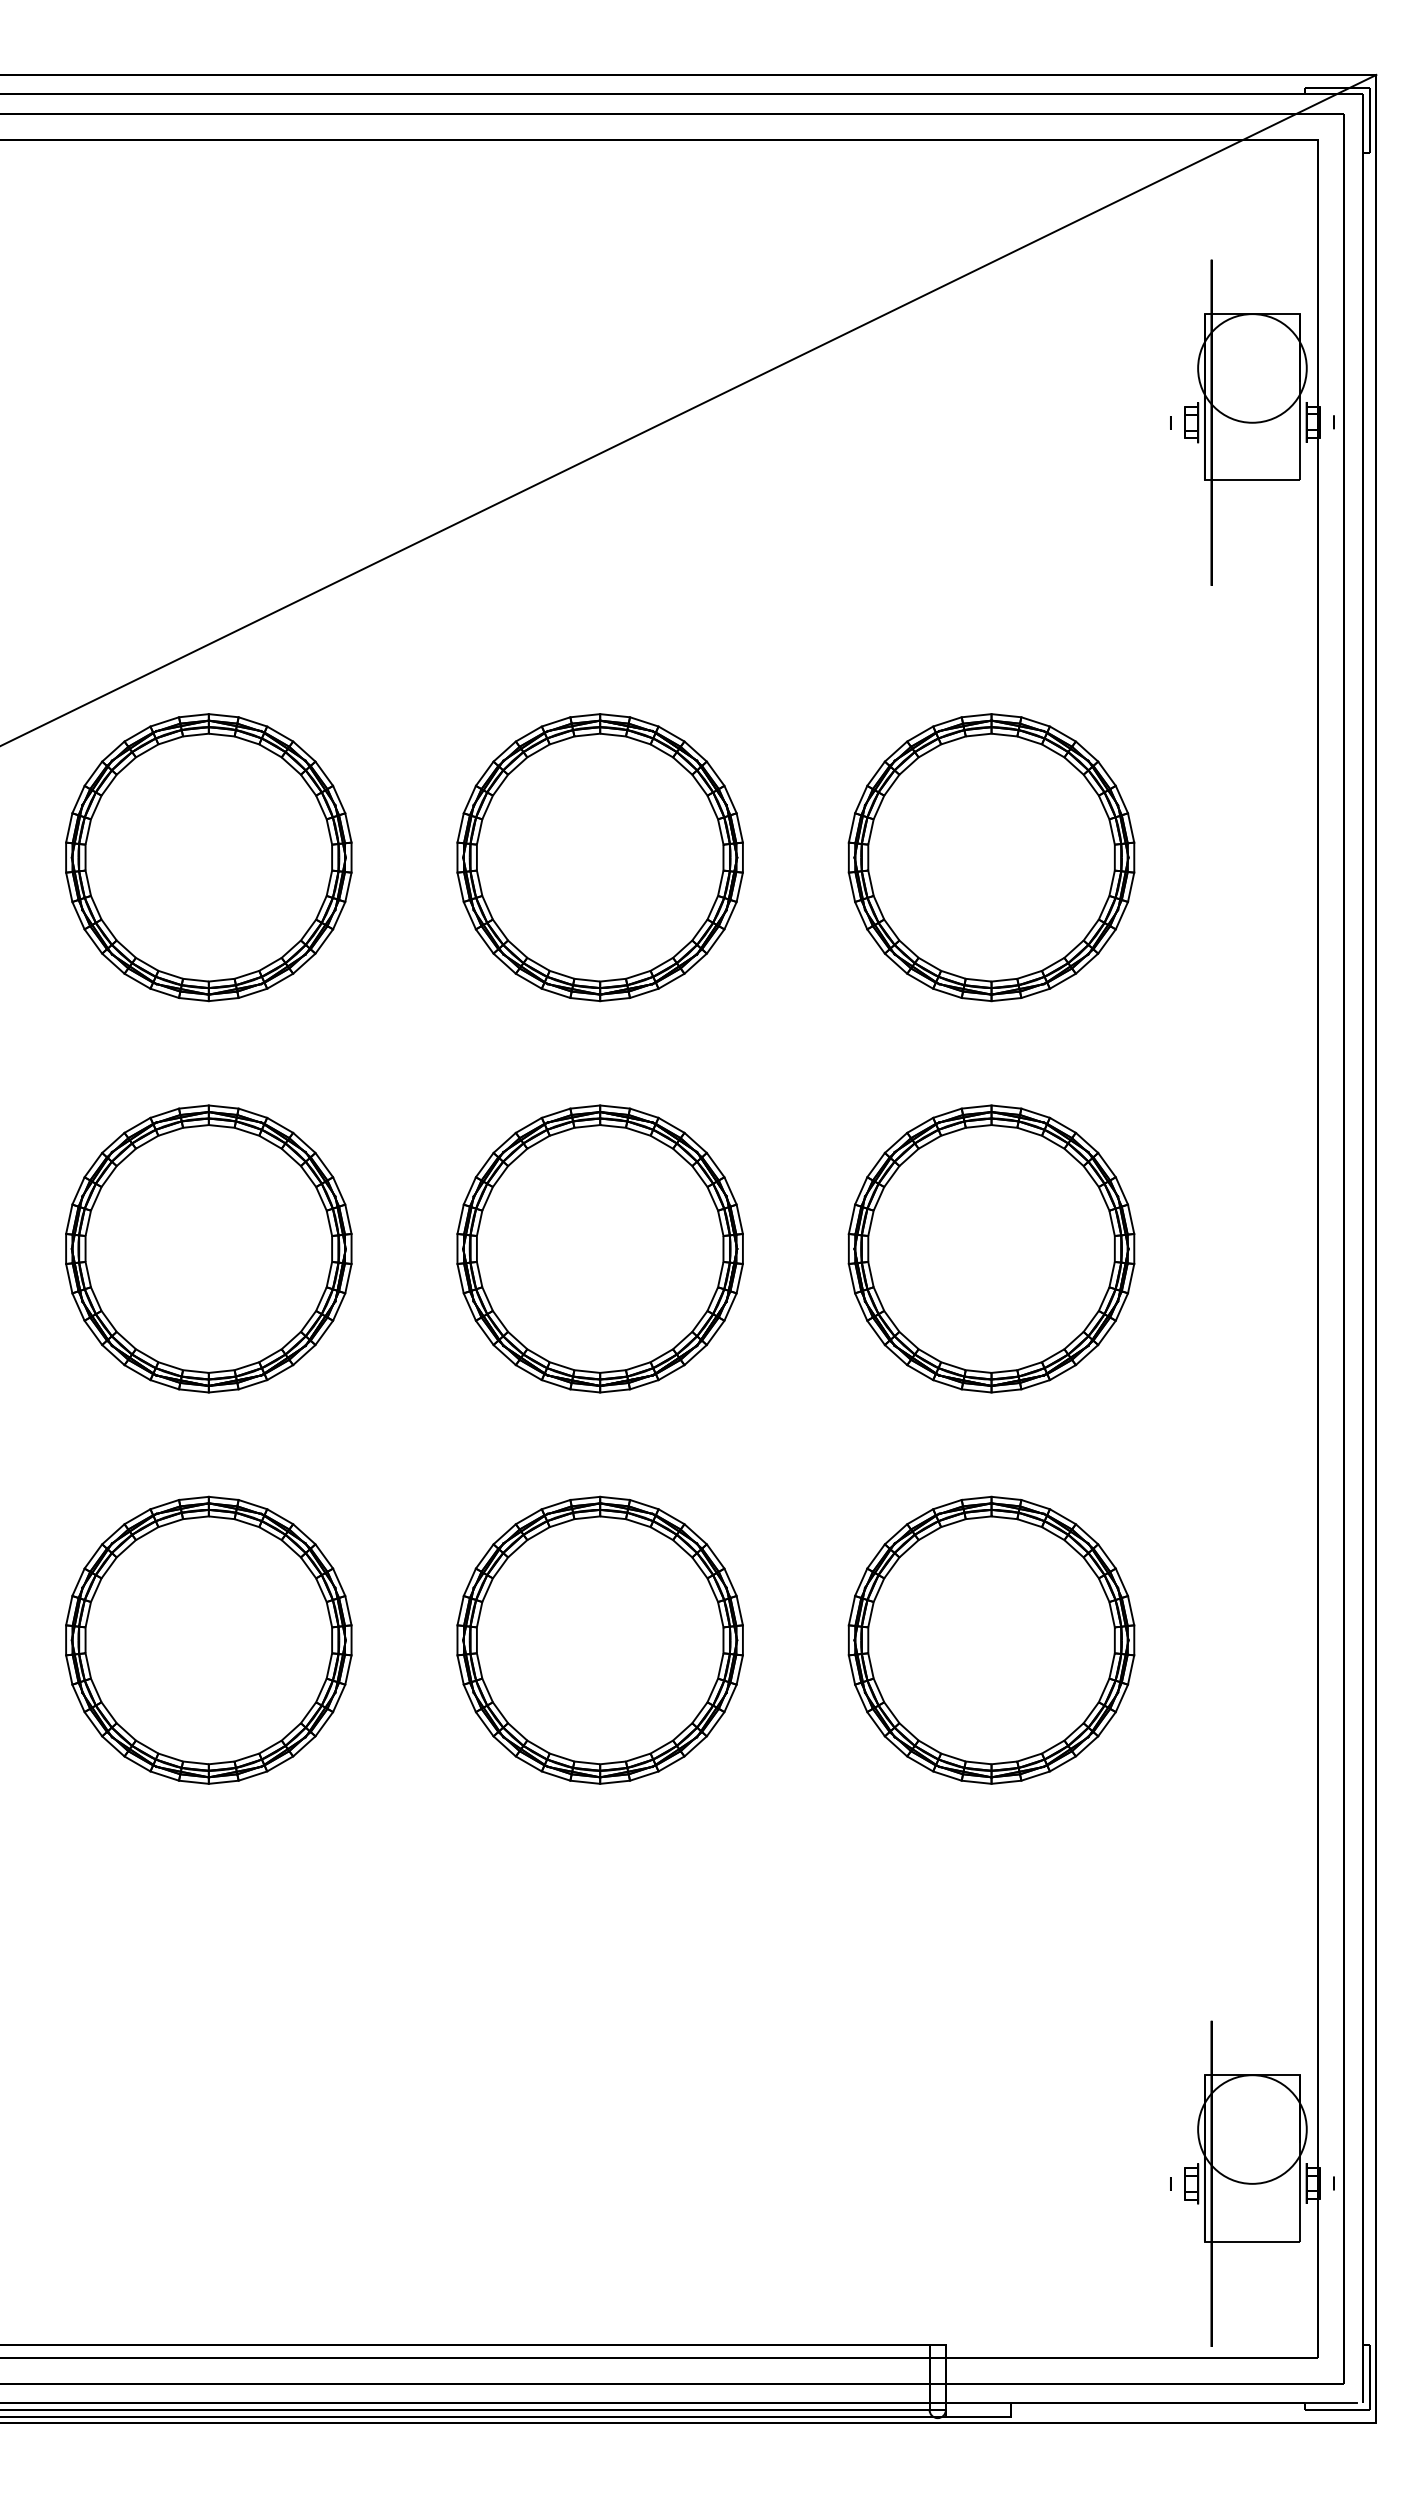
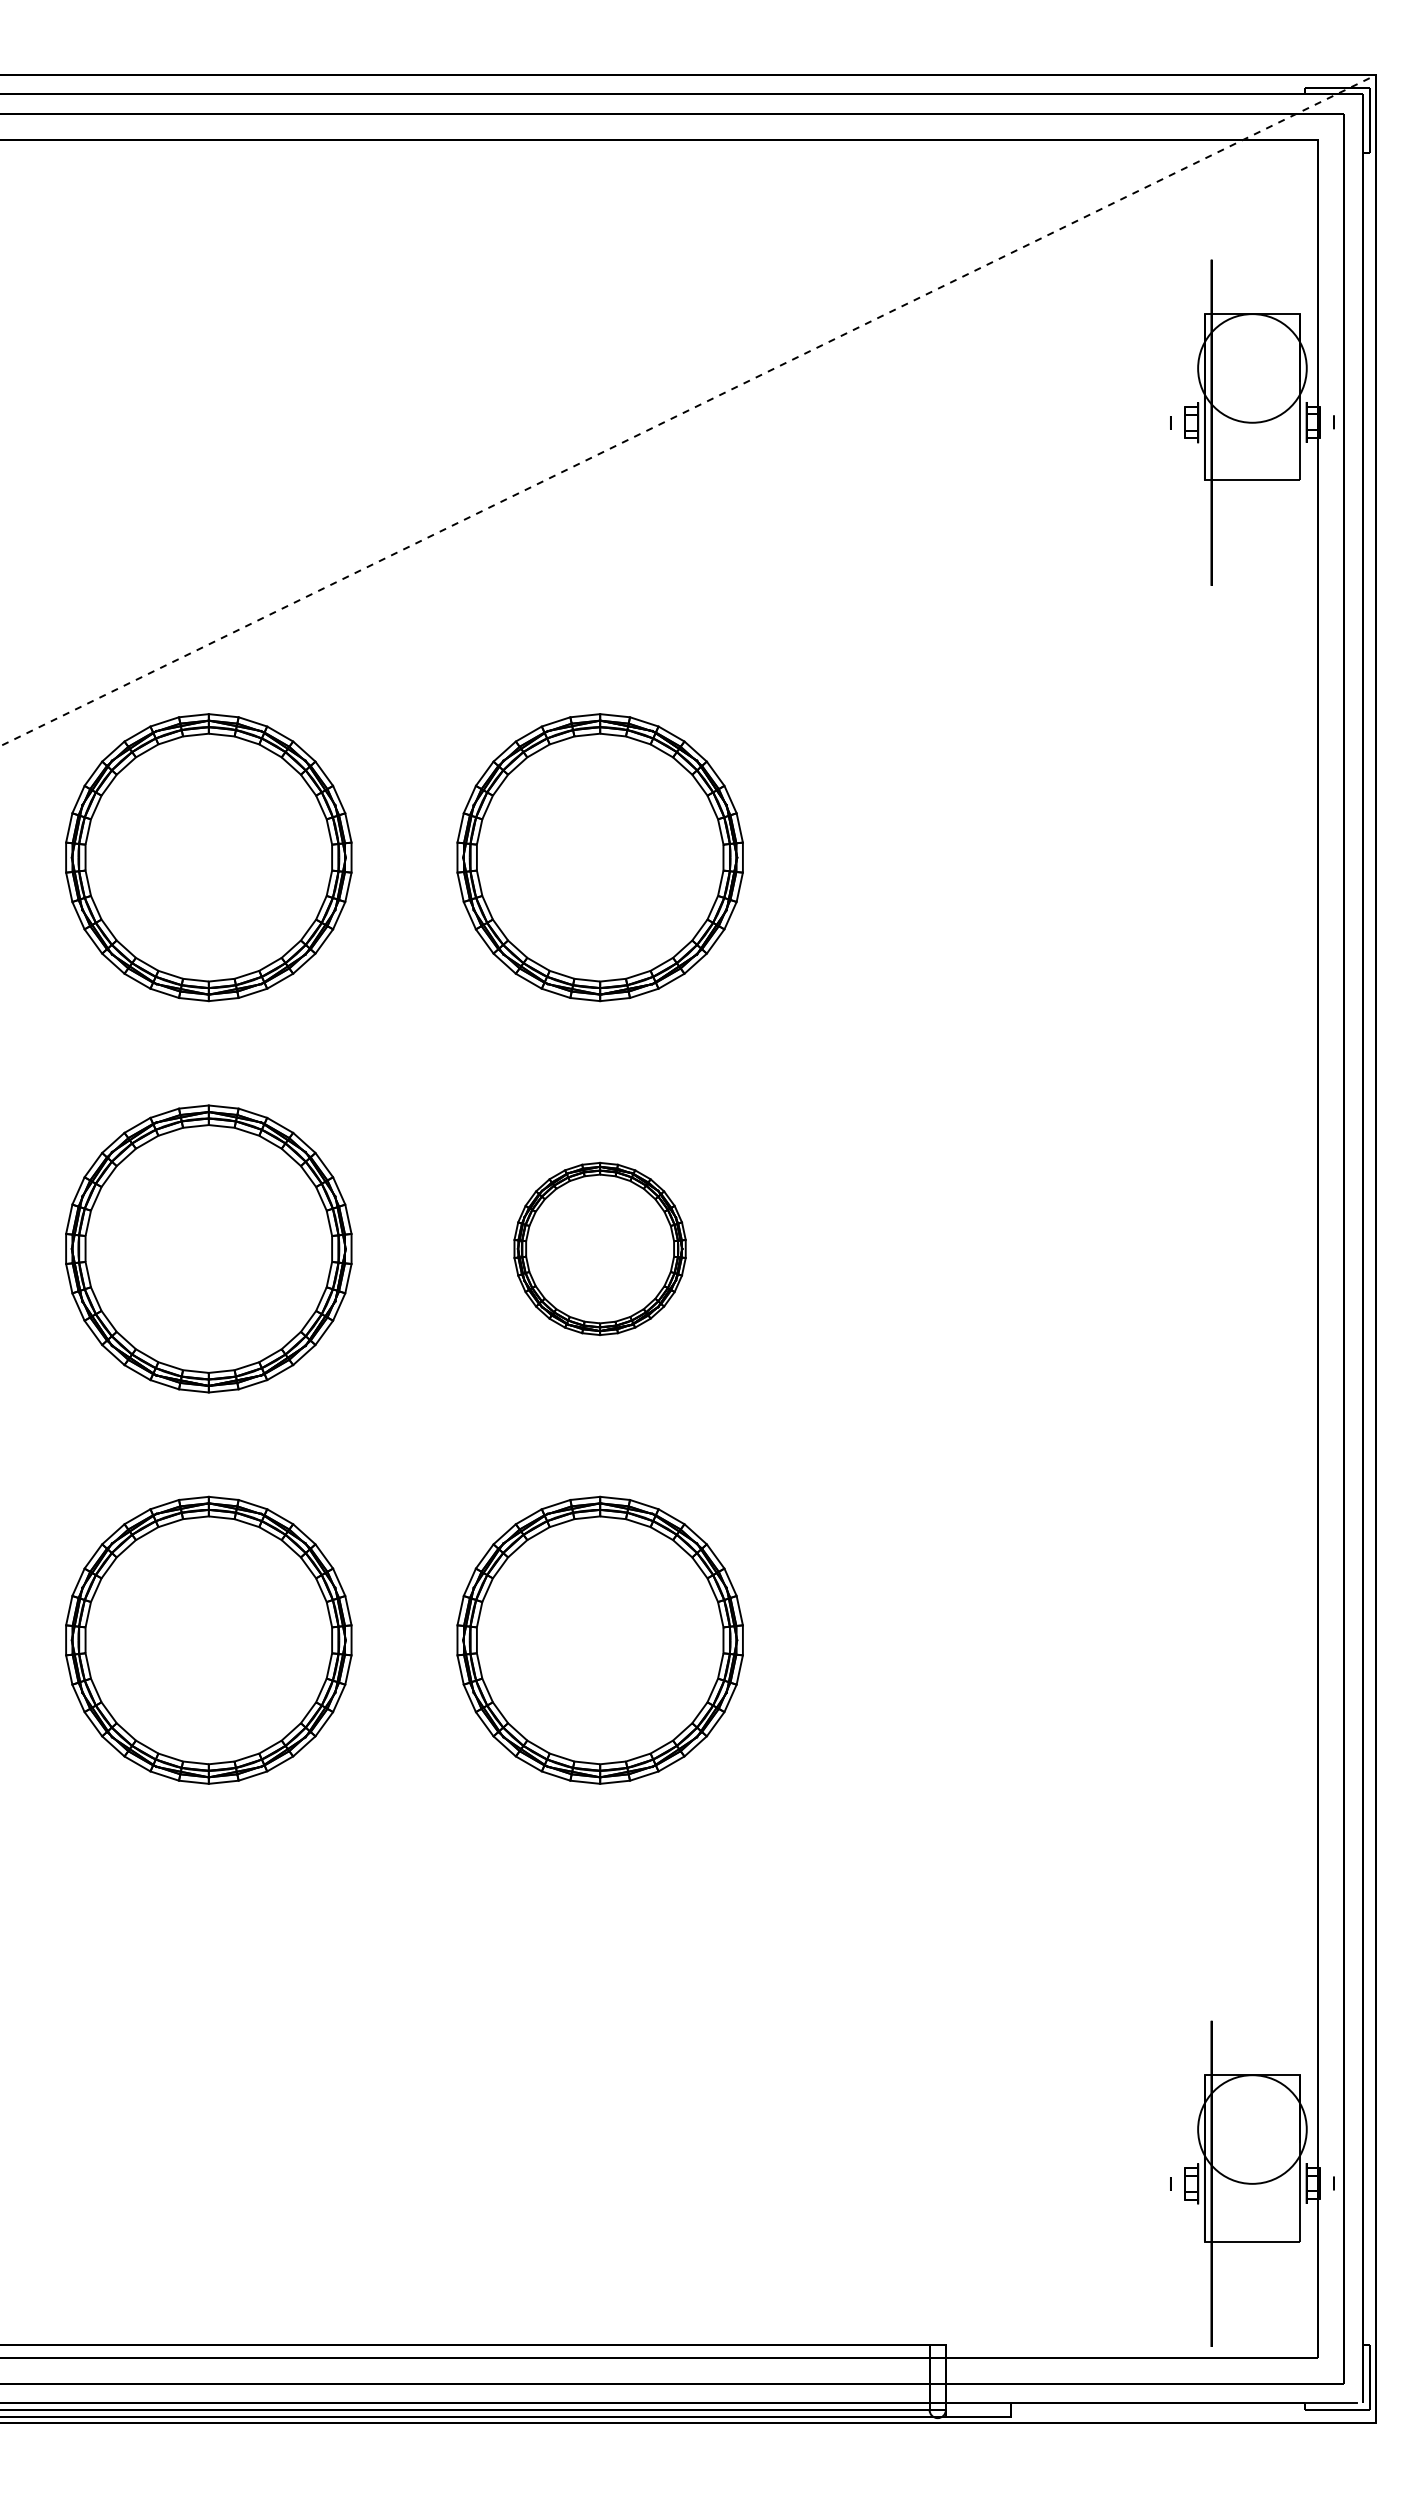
line at (688, 410): solid -> dashed
part at (991, 857): present -> none
part at (599, 1248) size: 288x290 px -> 174x175 px
part at (991, 1248): present -> none
part at (991, 1639): present -> none
